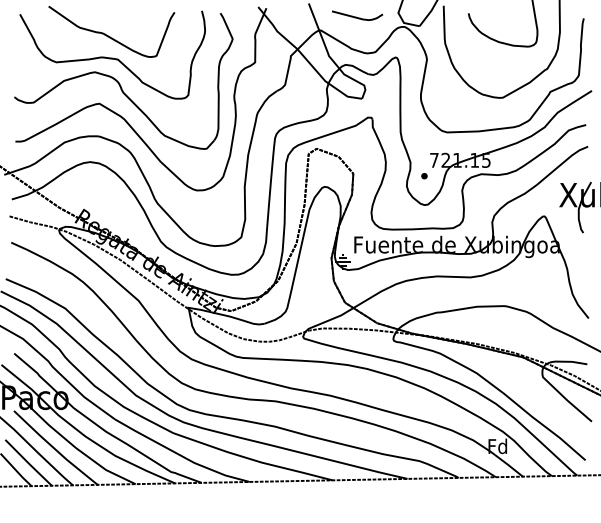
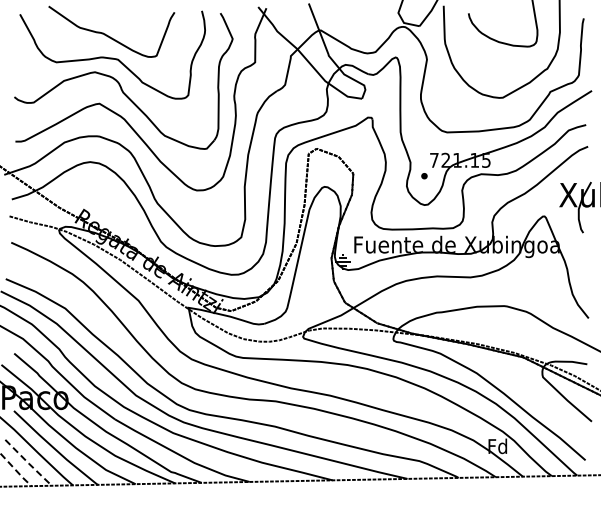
curve at (356, 16): present -> none
line at (28, 463): solid -> dashed
line at (16, 471): solid -> dashed
